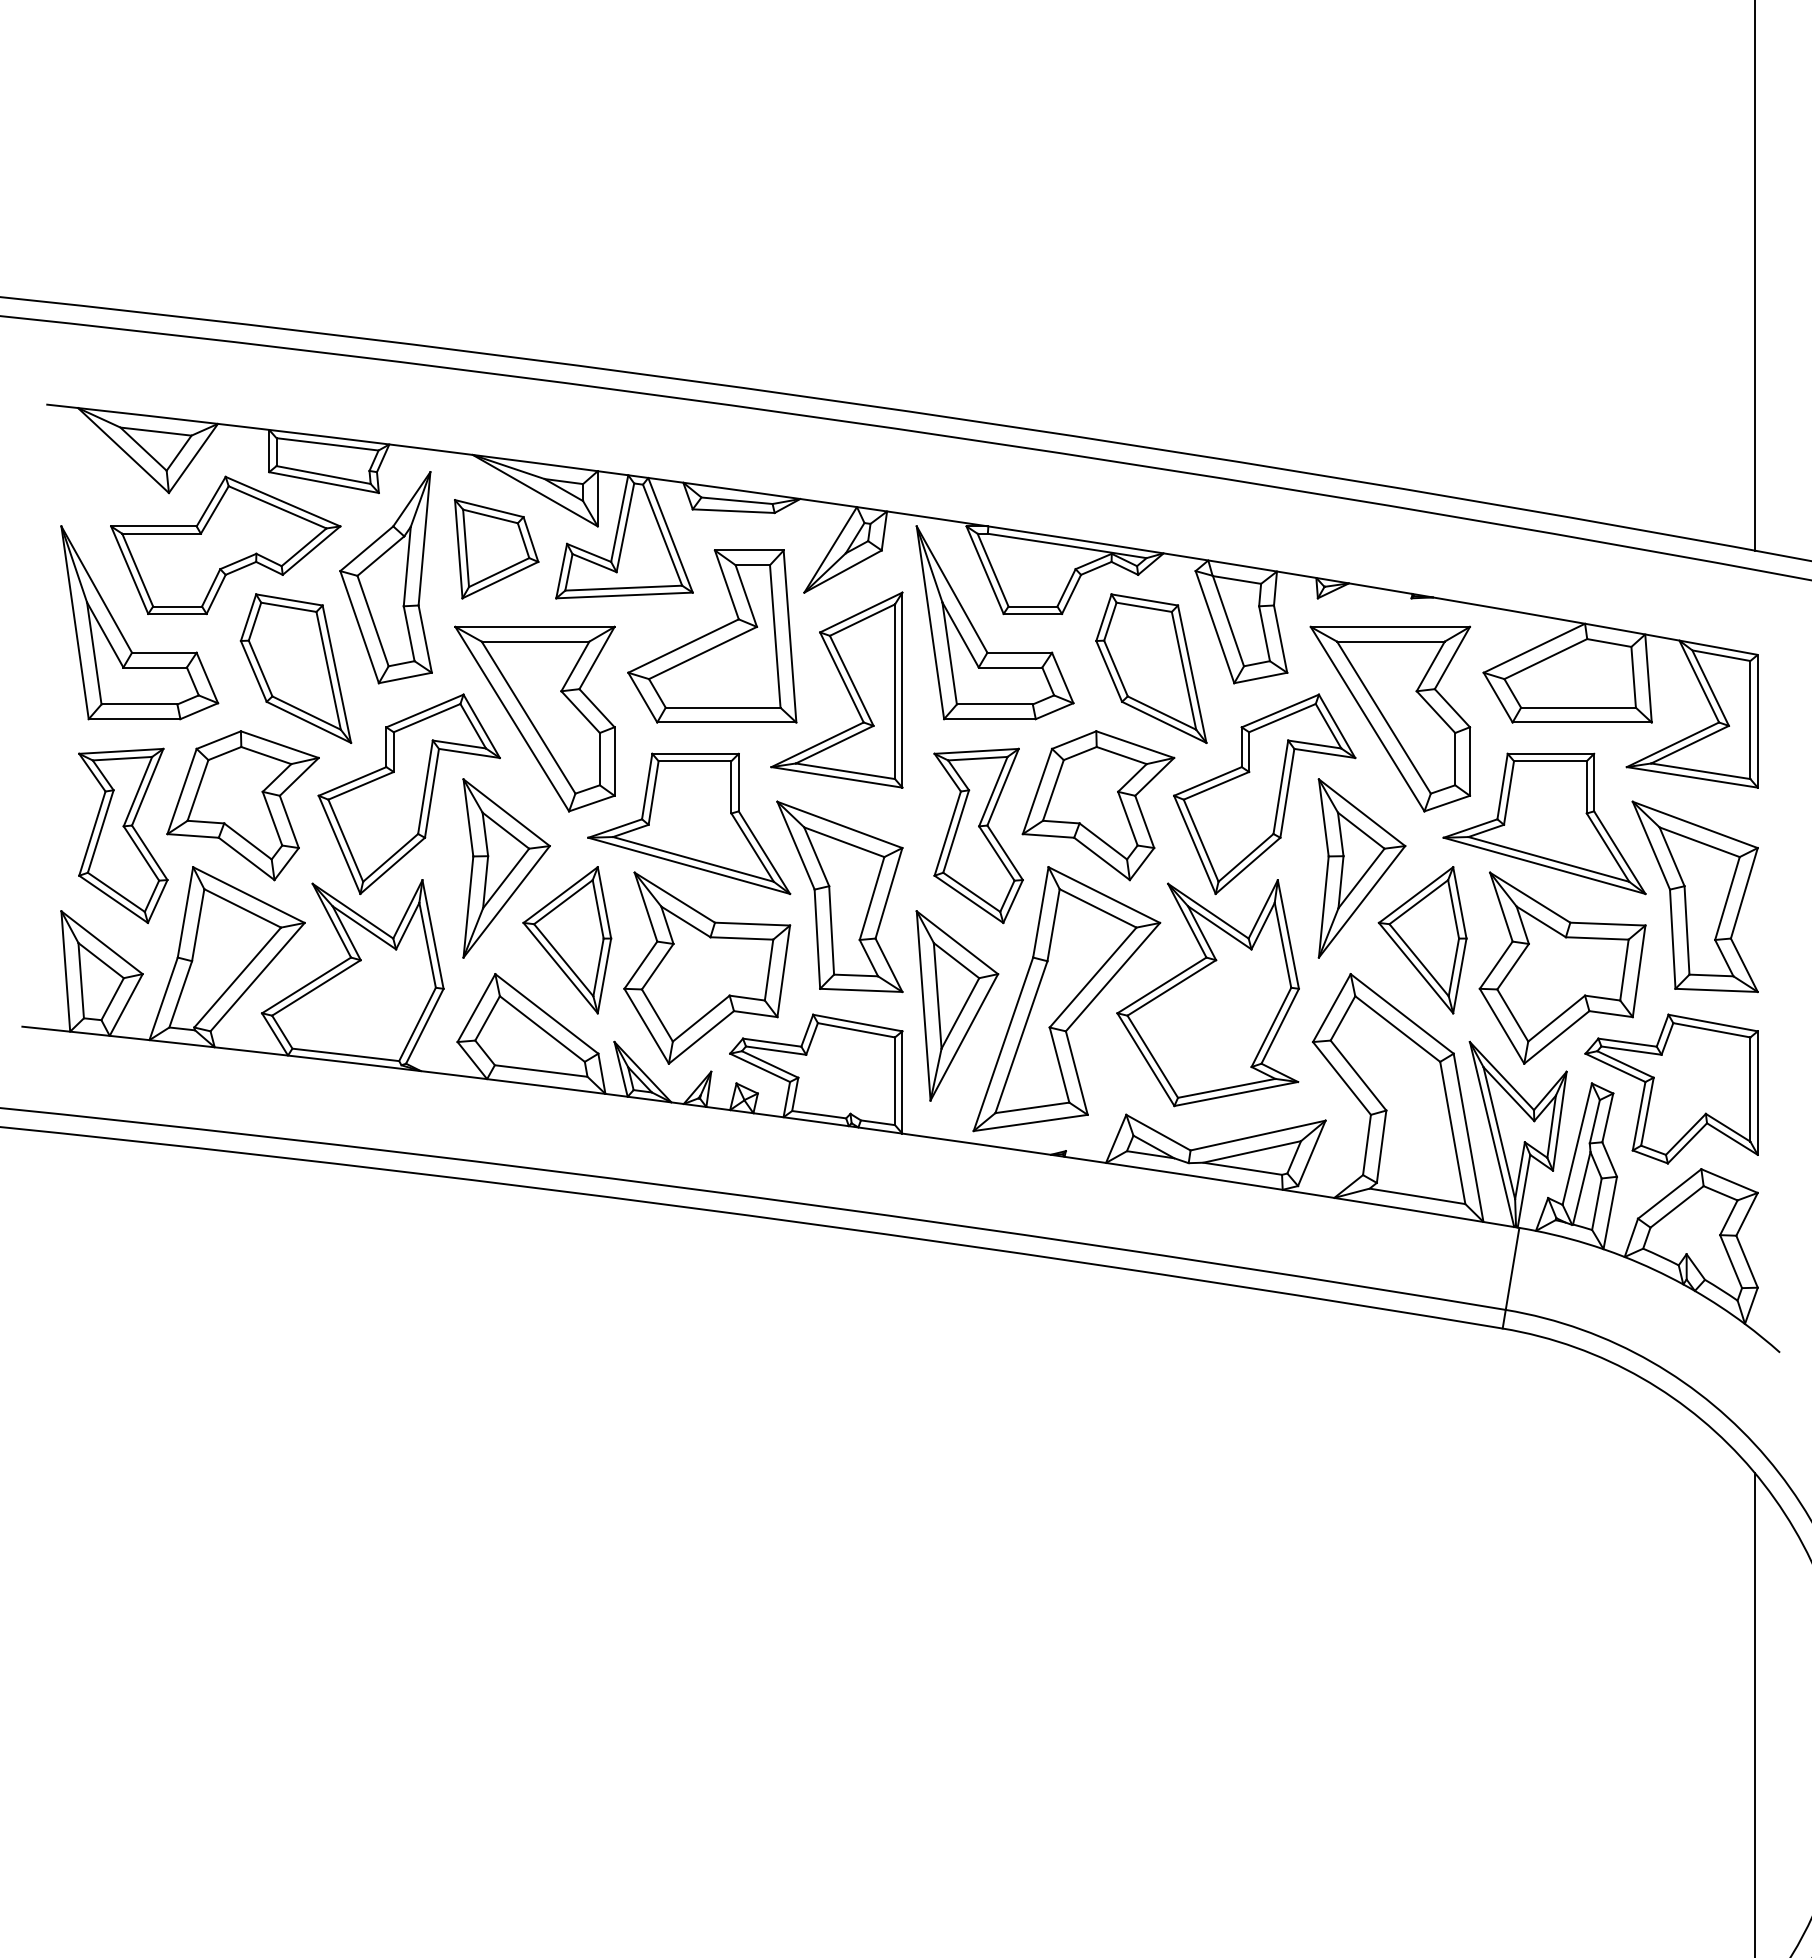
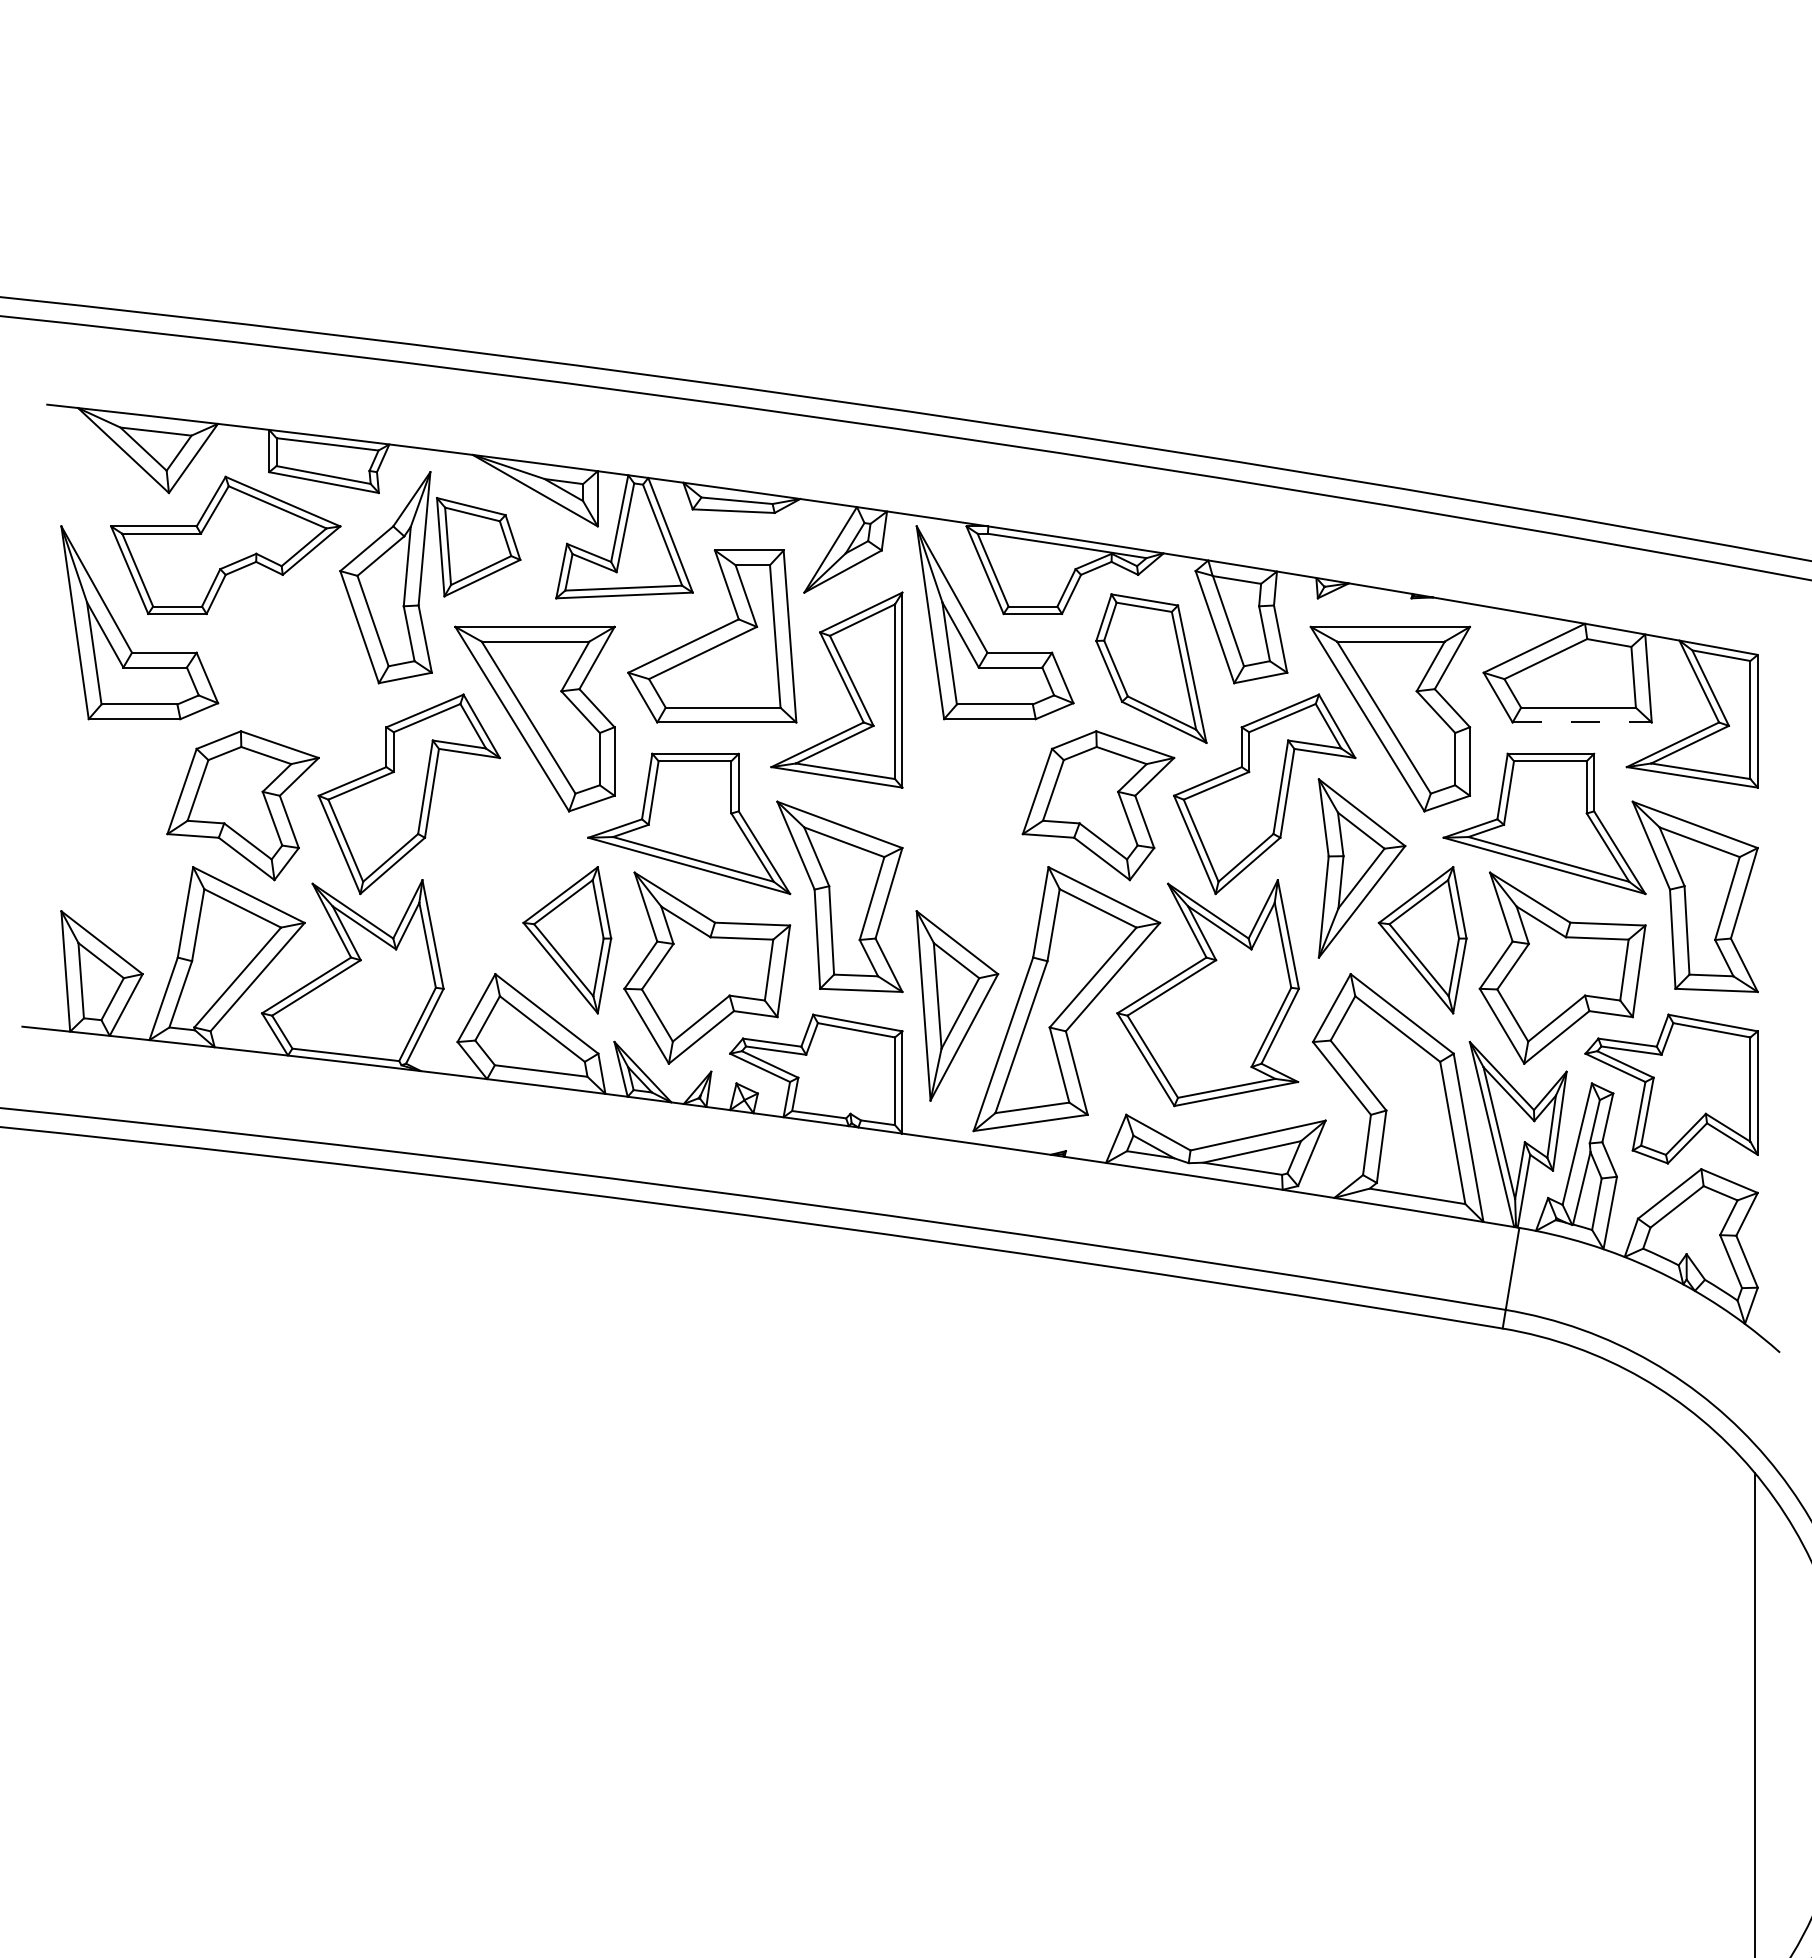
line at (1754, 276): present -> none
part at (496, 549) position: (496, 549) -> (478, 547)
part at (295, 668): present -> none
line at (1582, 722): solid -> dashed
part at (123, 835): present -> none
part at (978, 835): present -> none
part at (506, 868): present -> none
